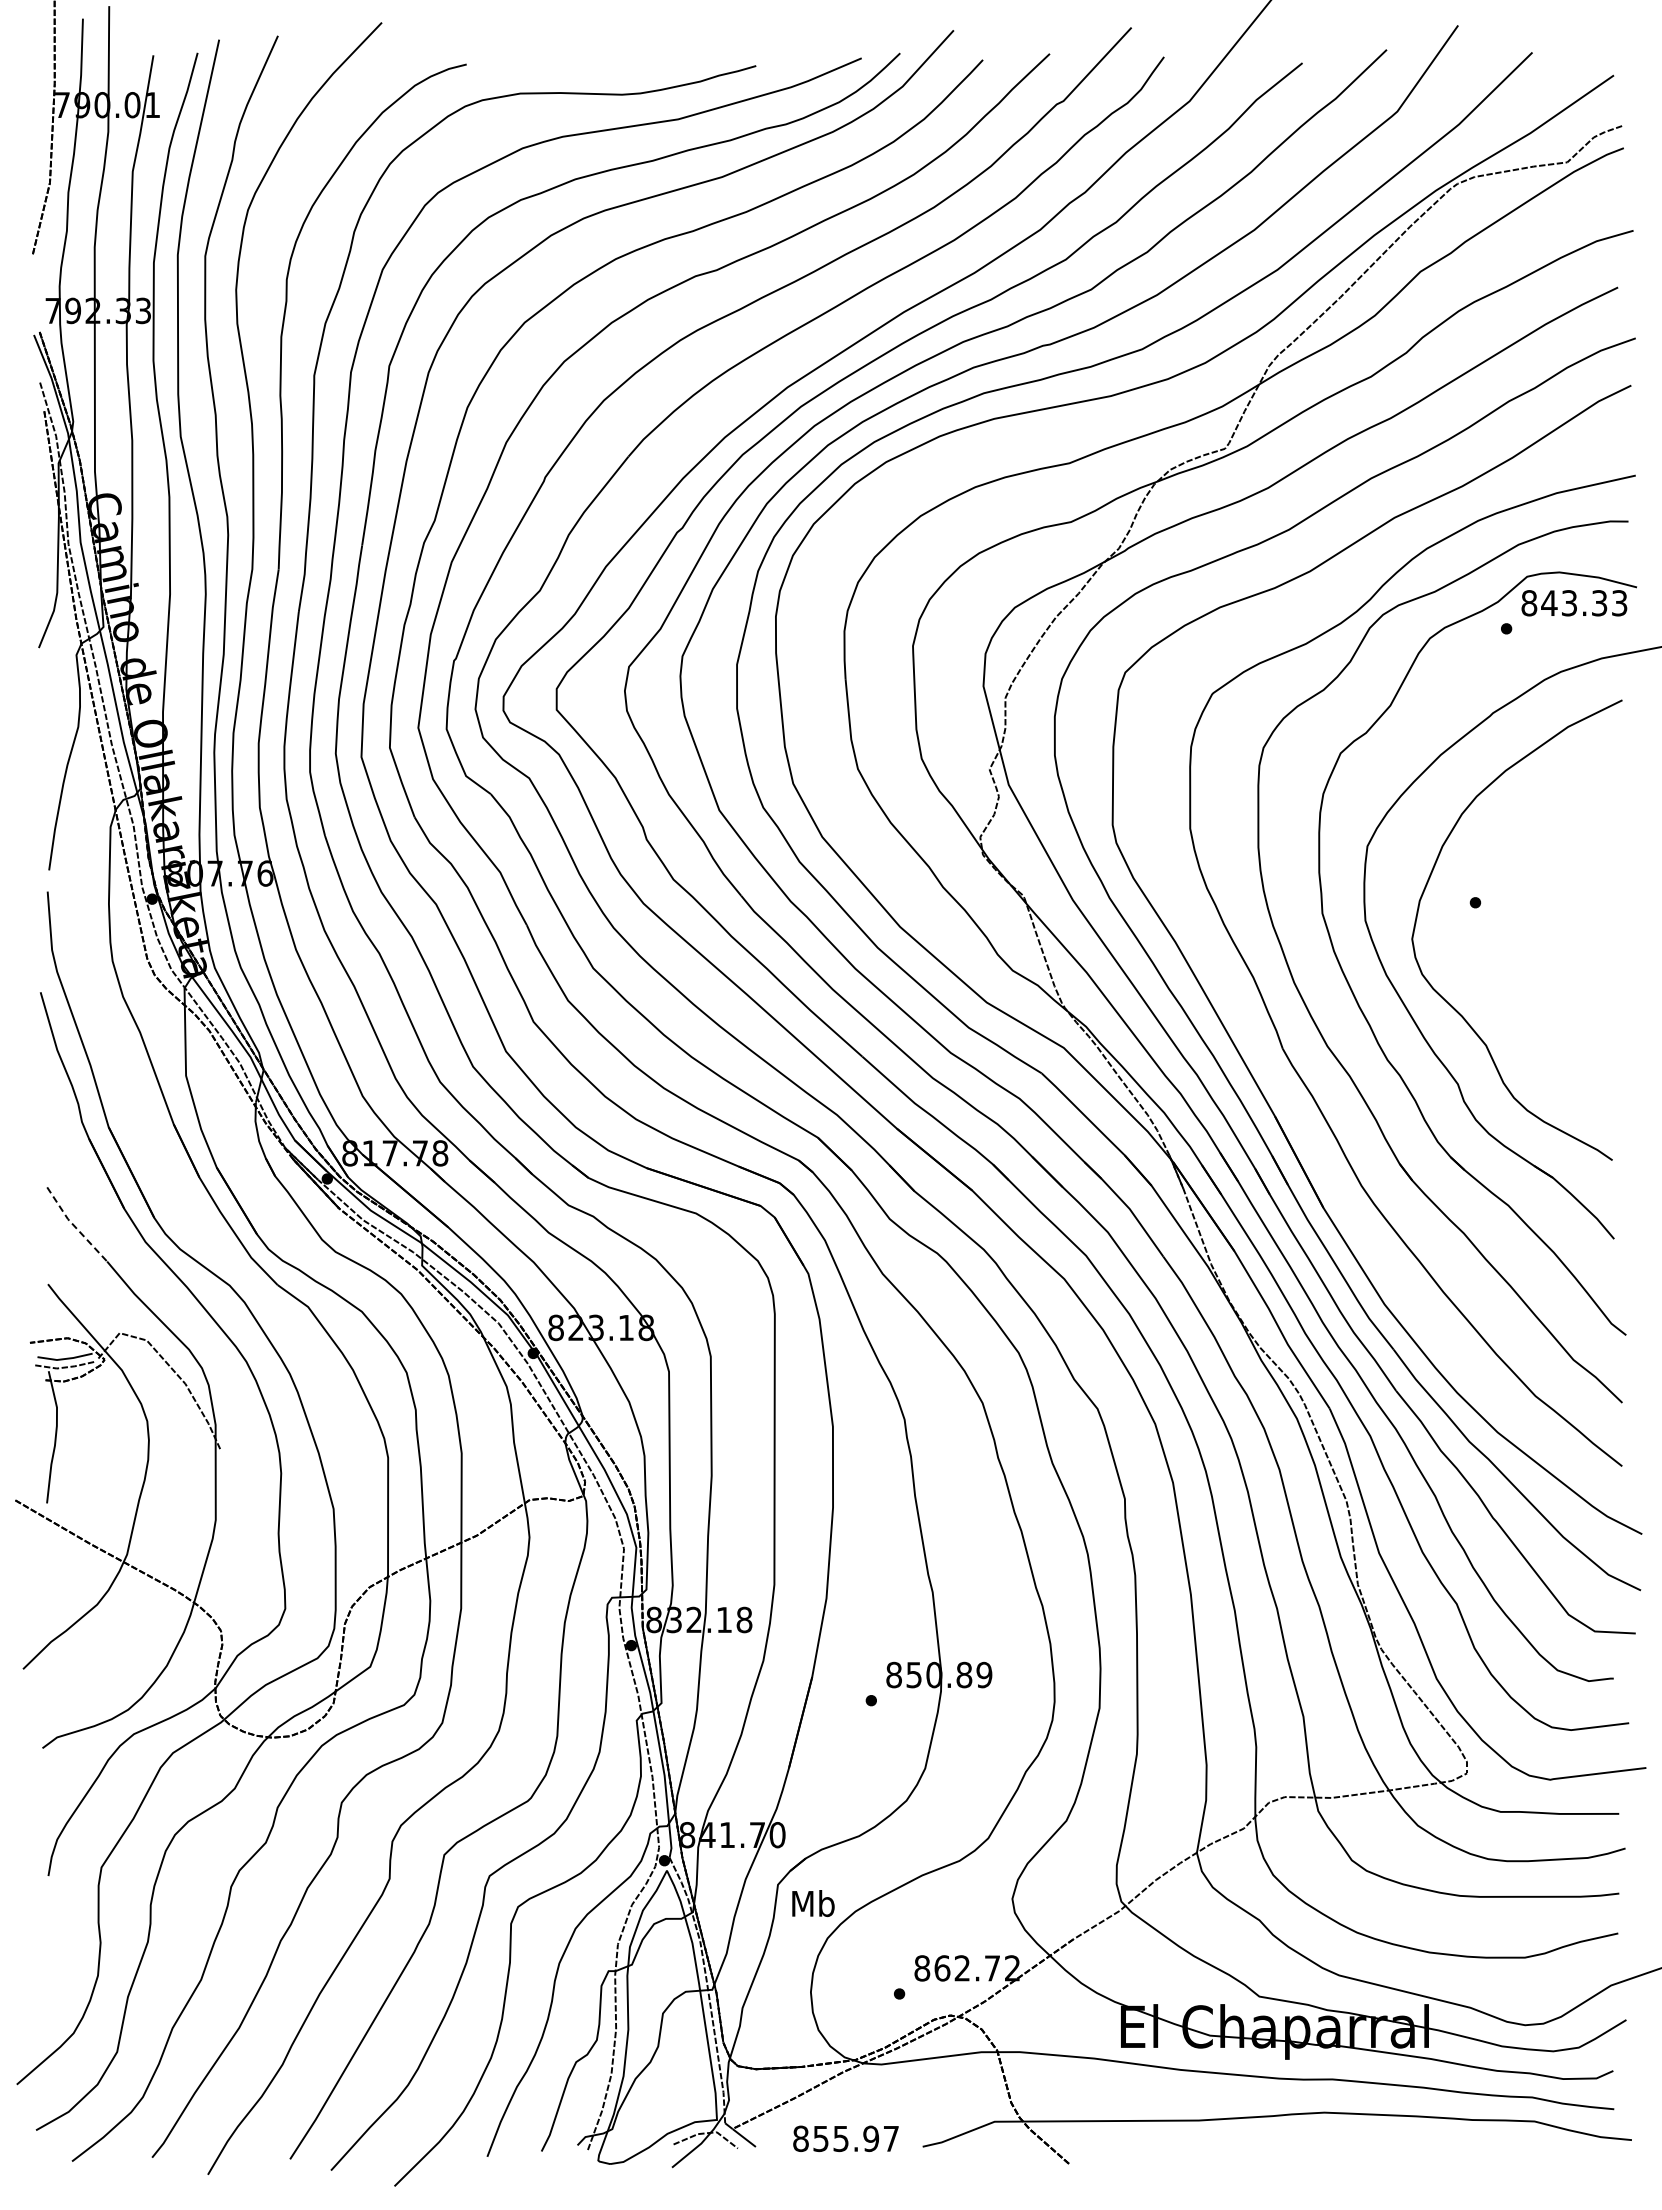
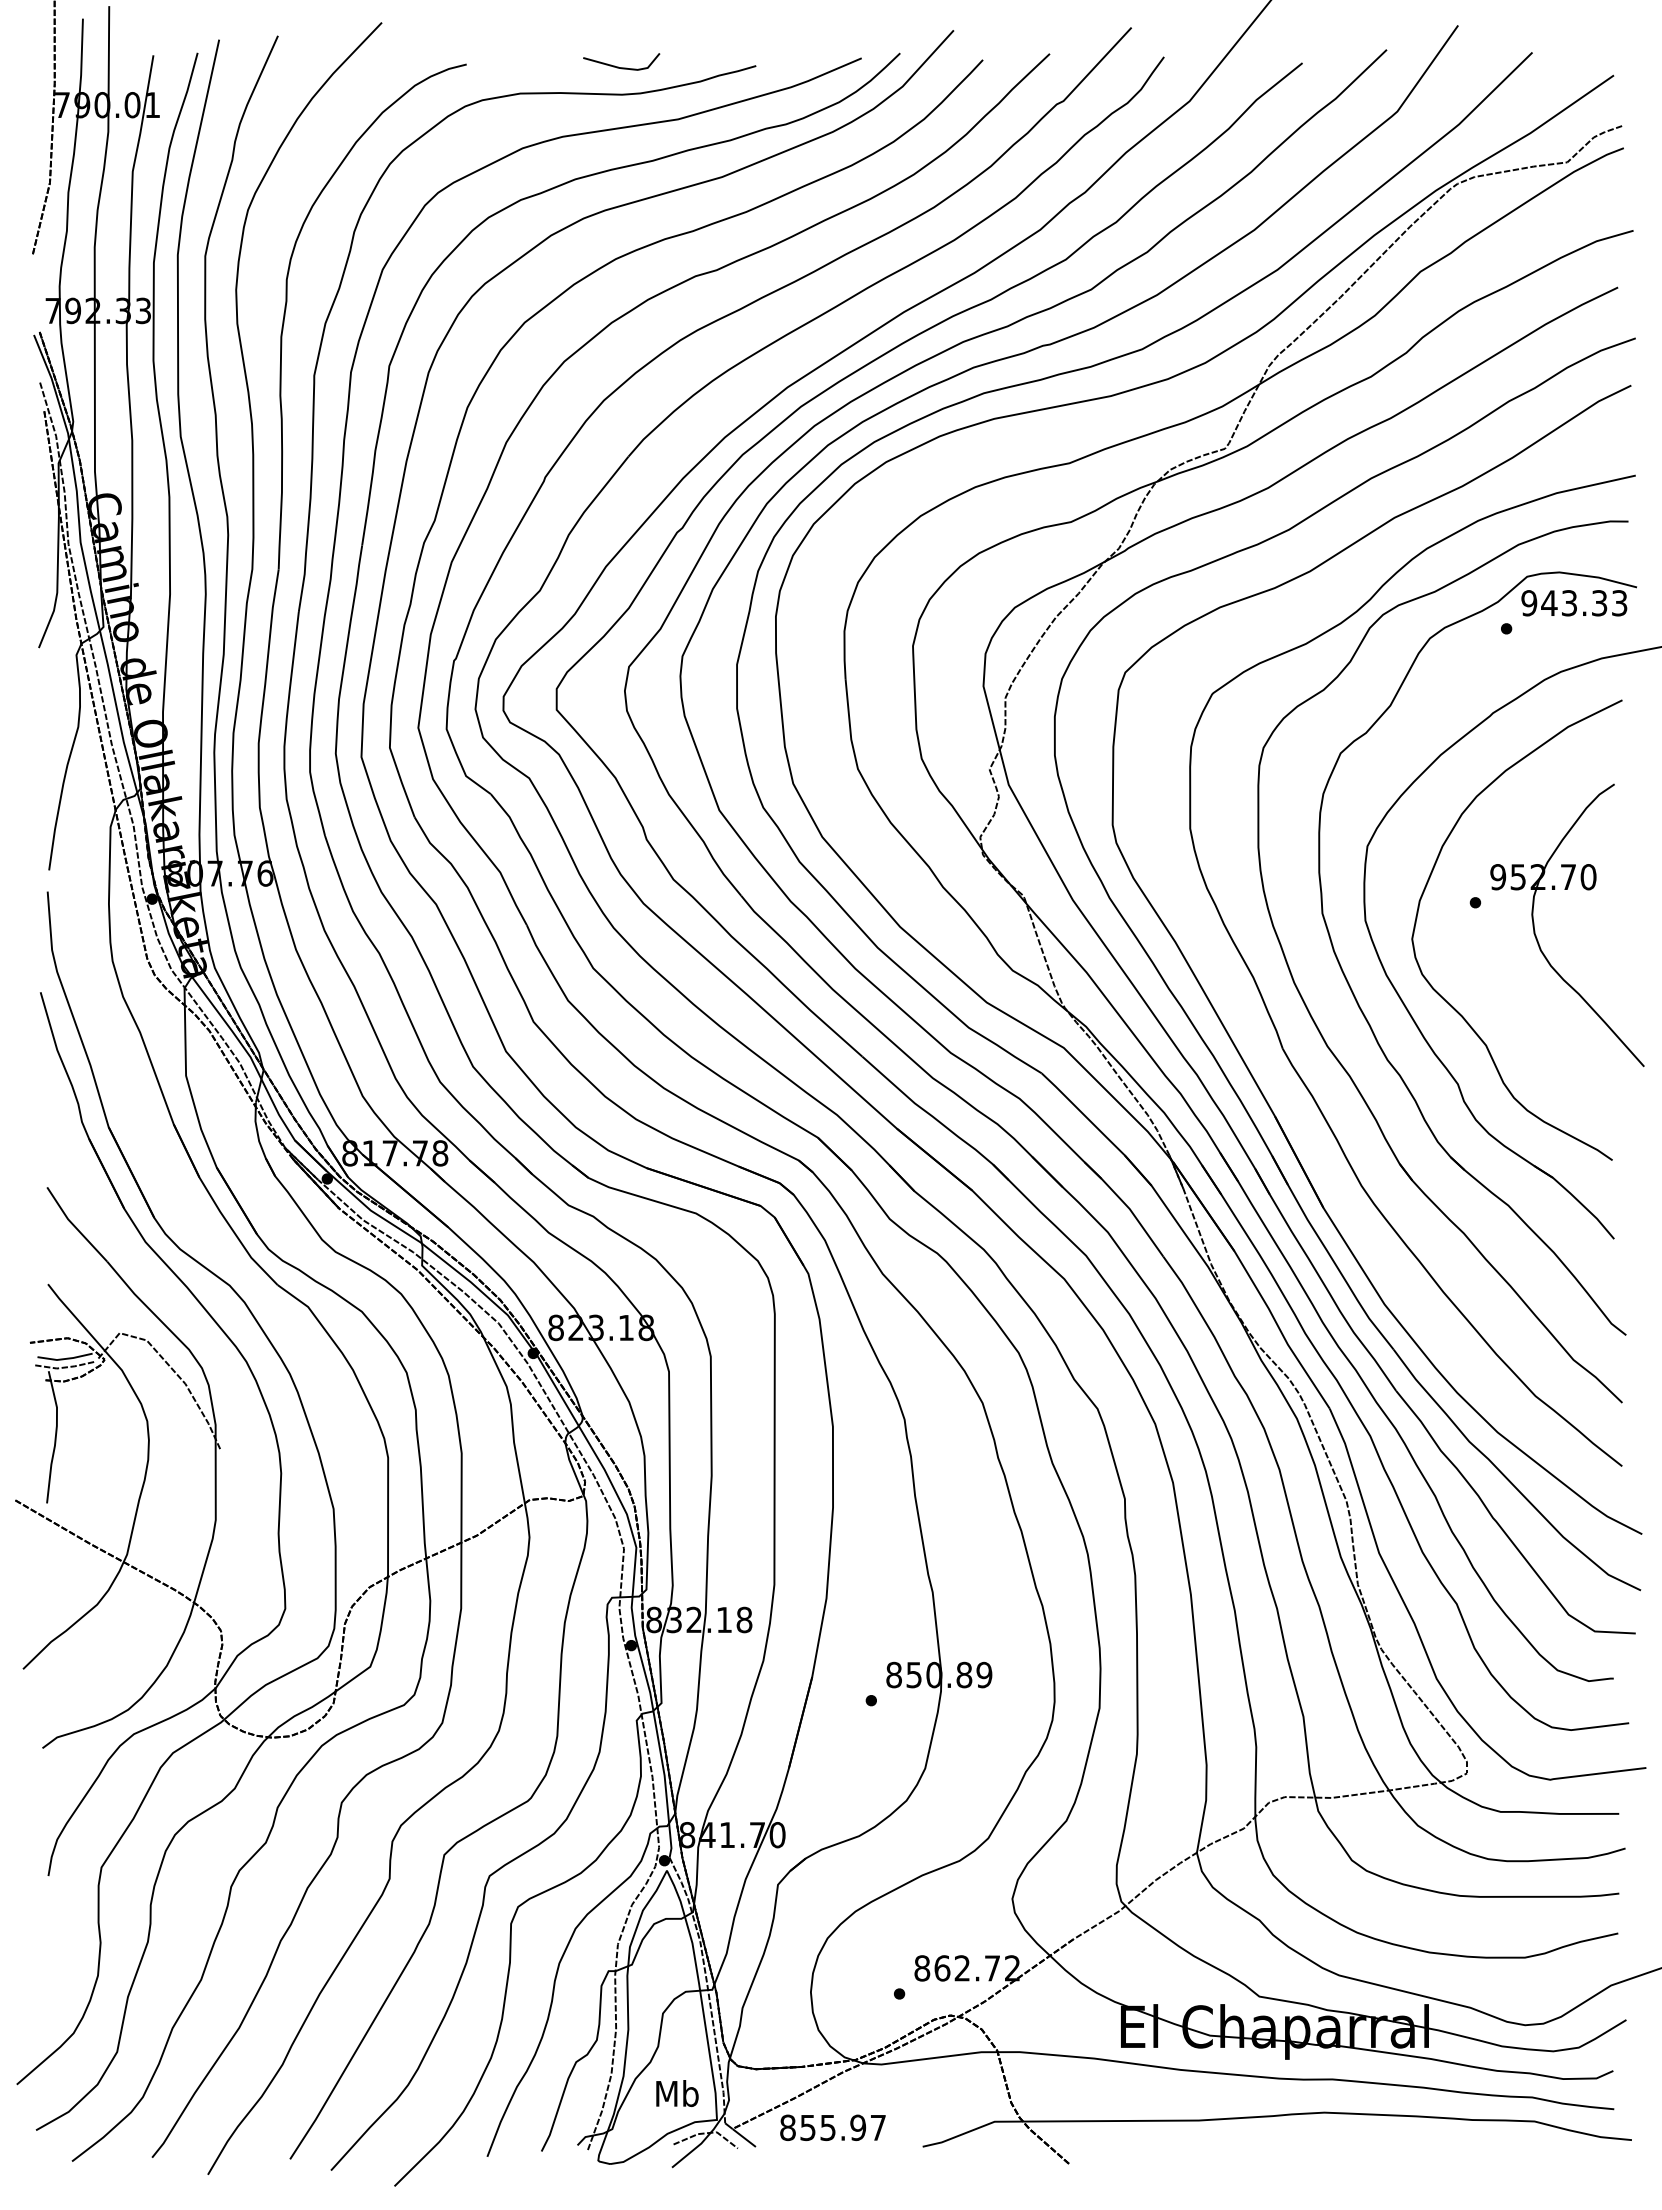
line at (618, 66): none -> present
text at (1529, 603): 843.33 -> 943.33
part at (1535, 930): none -> present
line at (74, 1225): dashed -> solid
text at (813, 1903) position: (813, 1903) -> (677, 2093)
text at (845, 2138) position: (845, 2138) -> (832, 2127)
